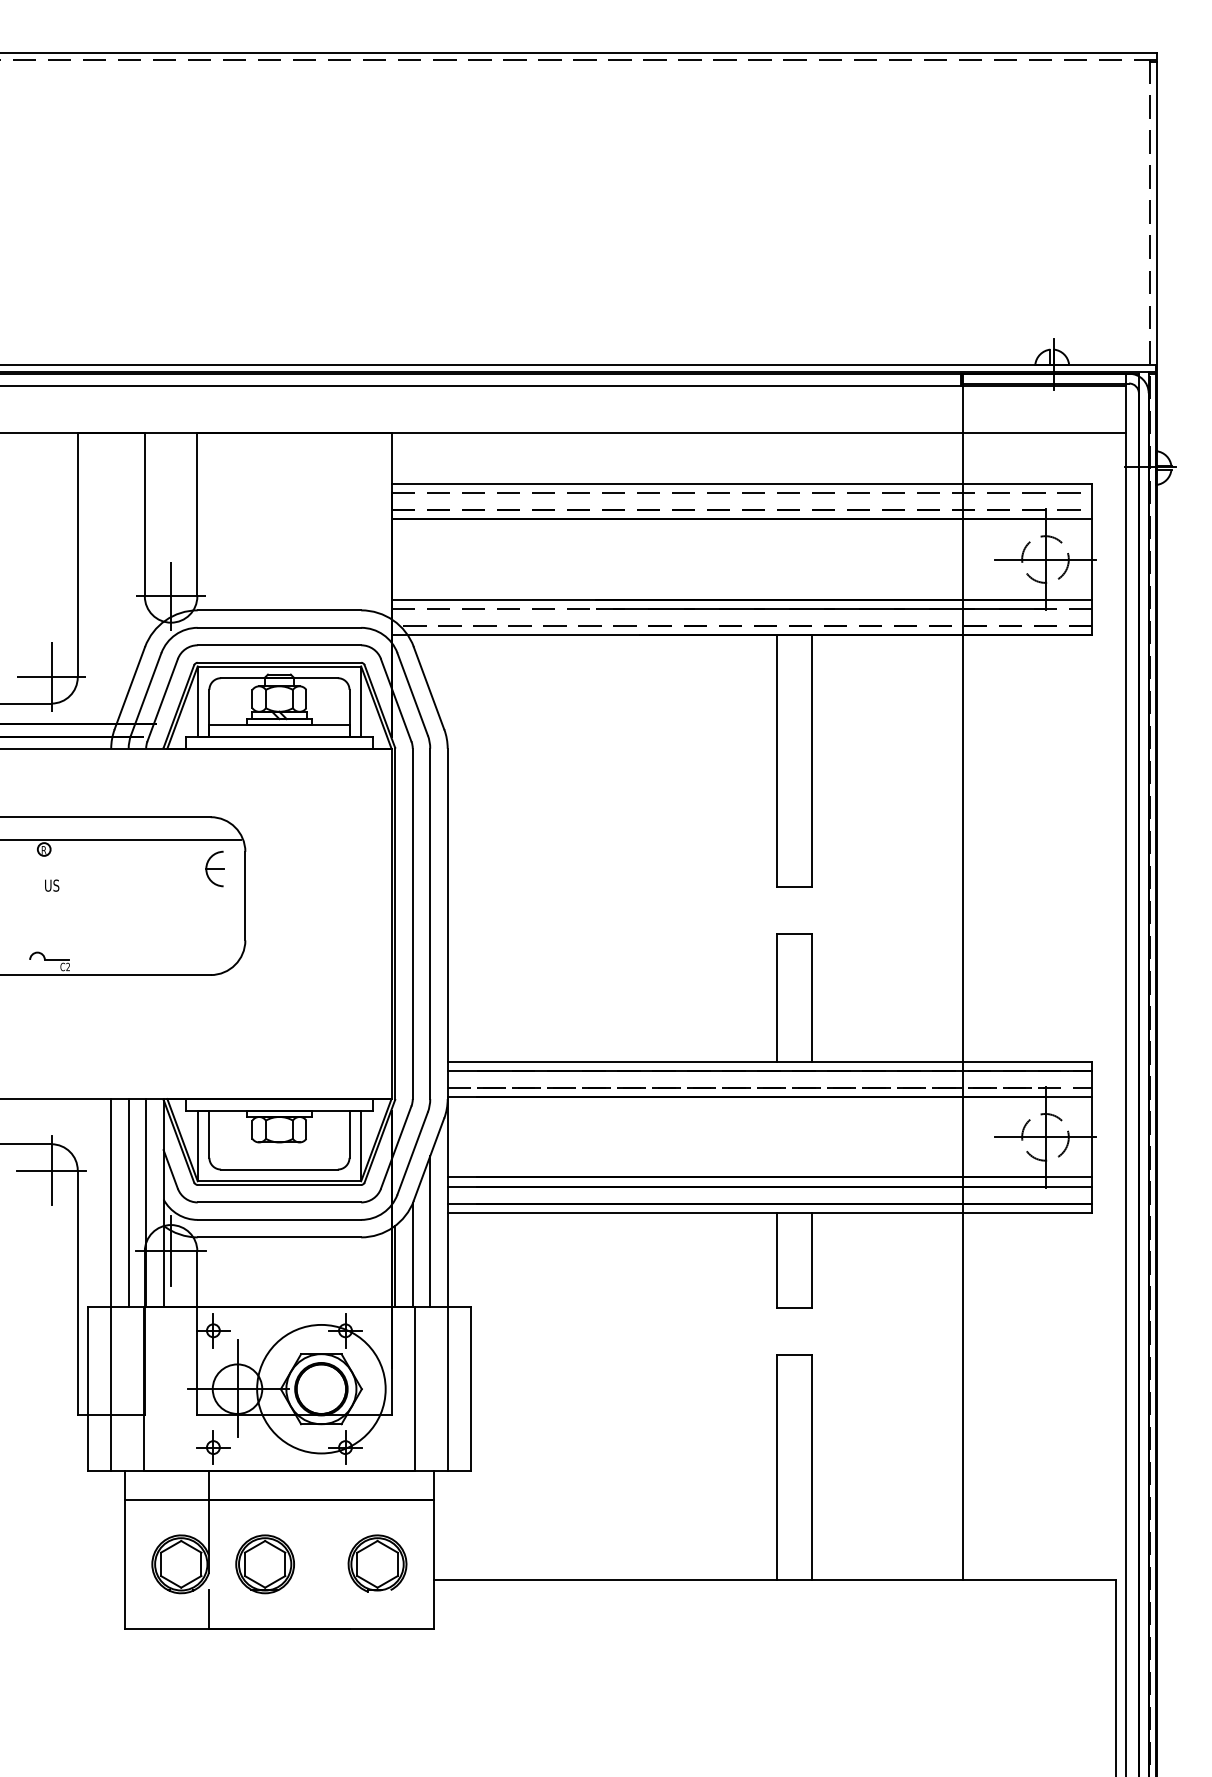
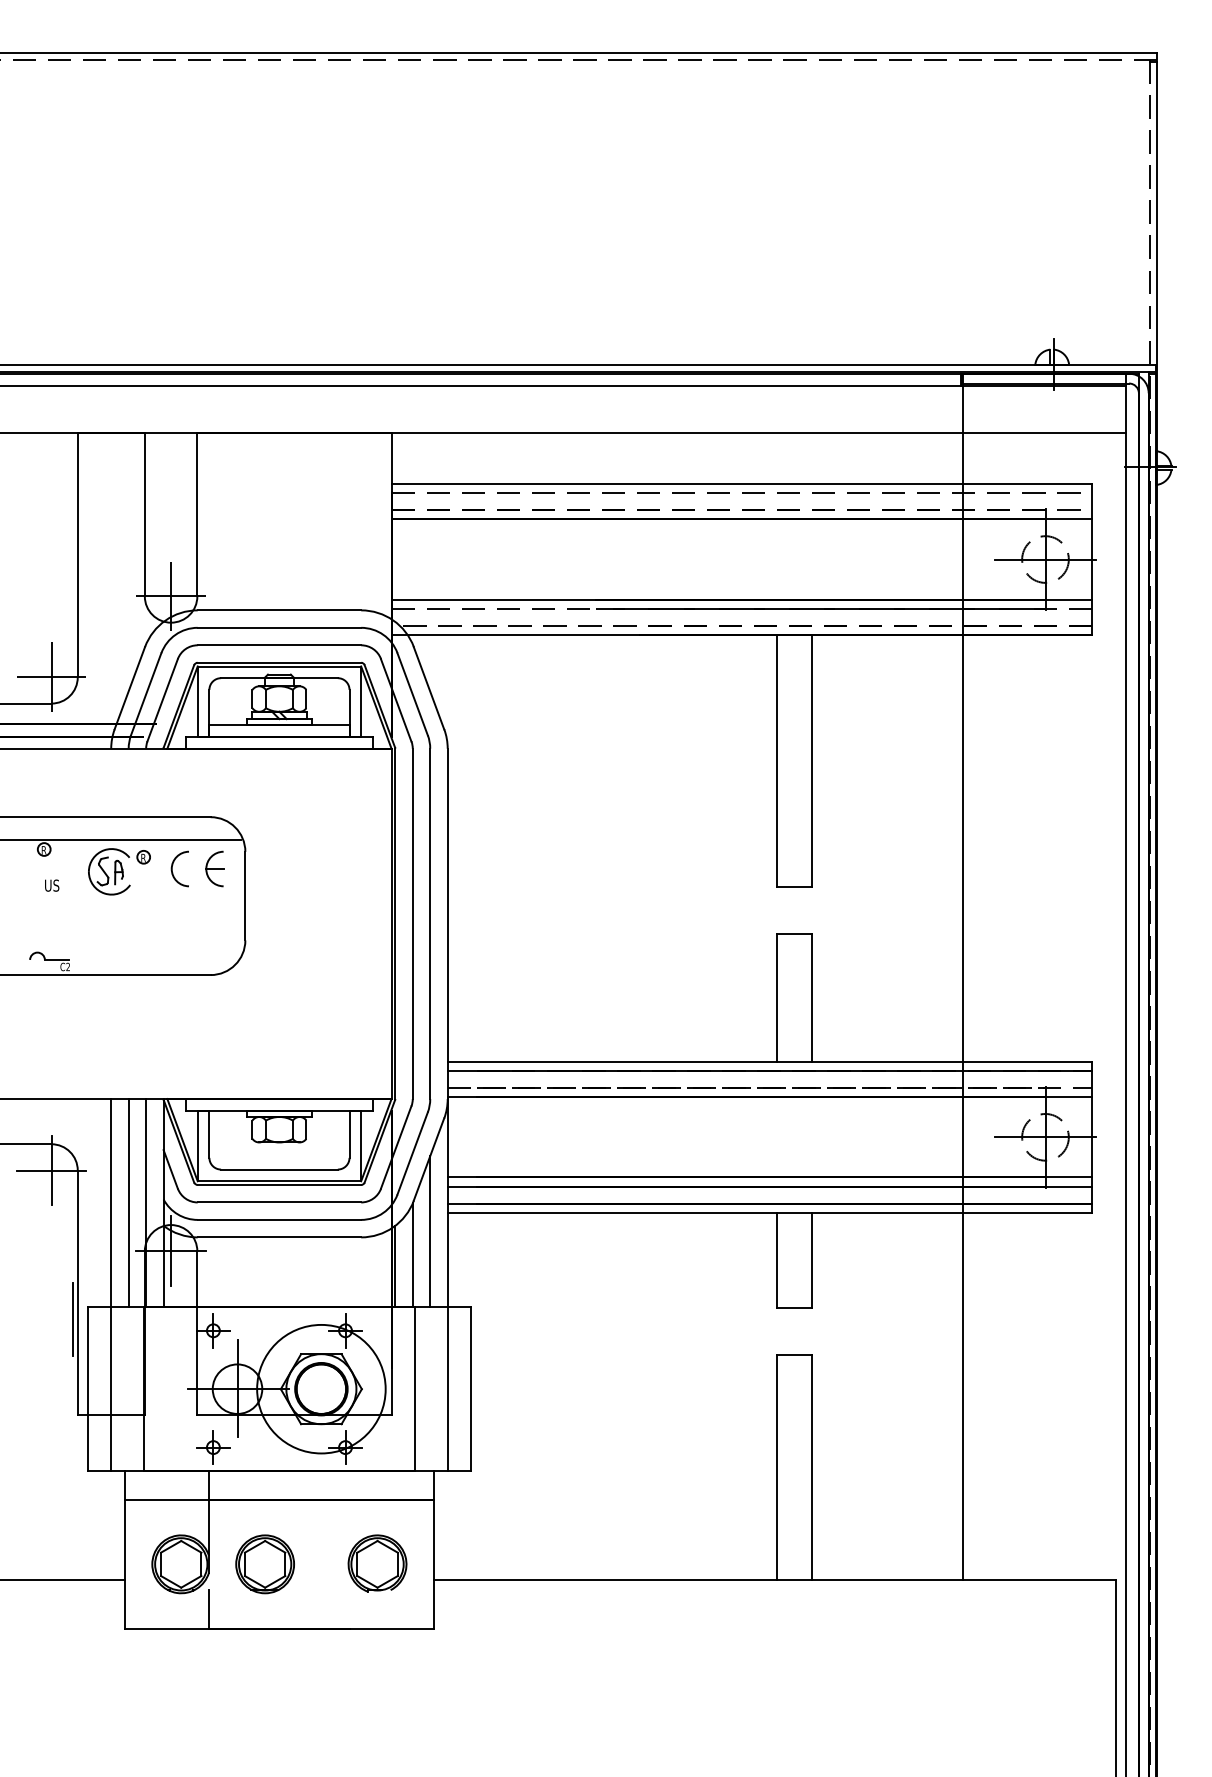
part at (173, 865): none -> present
part at (119, 871): none -> present
line at (73, 1319): none -> present
line at (63, 1580): none -> present
